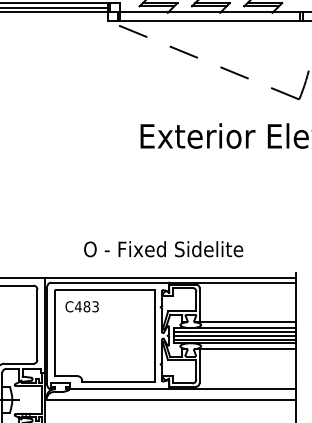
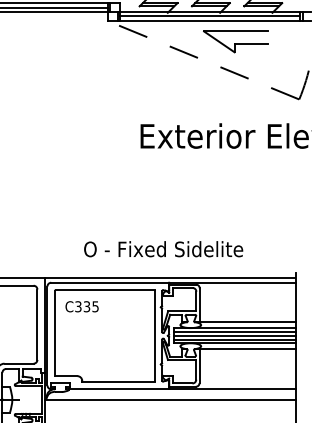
line at (210, 16): none -> present
part at (235, 41): none -> present
text at (86, 306): C483 -> C335
